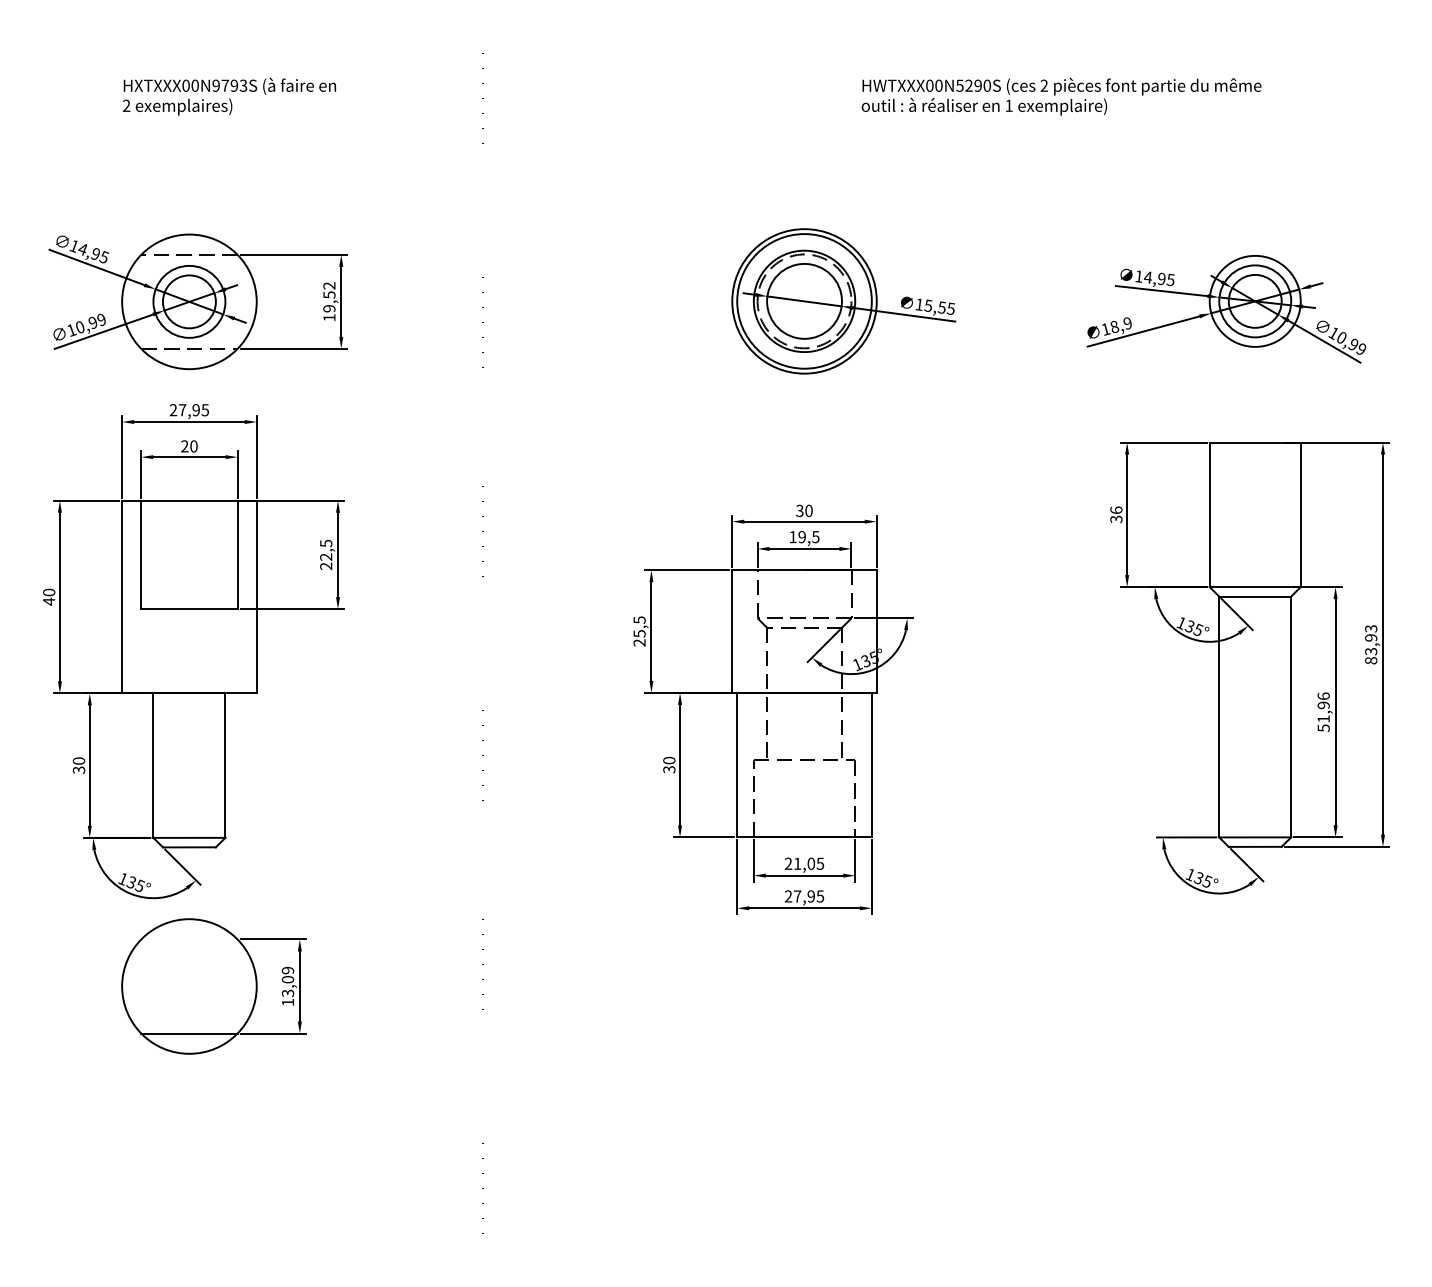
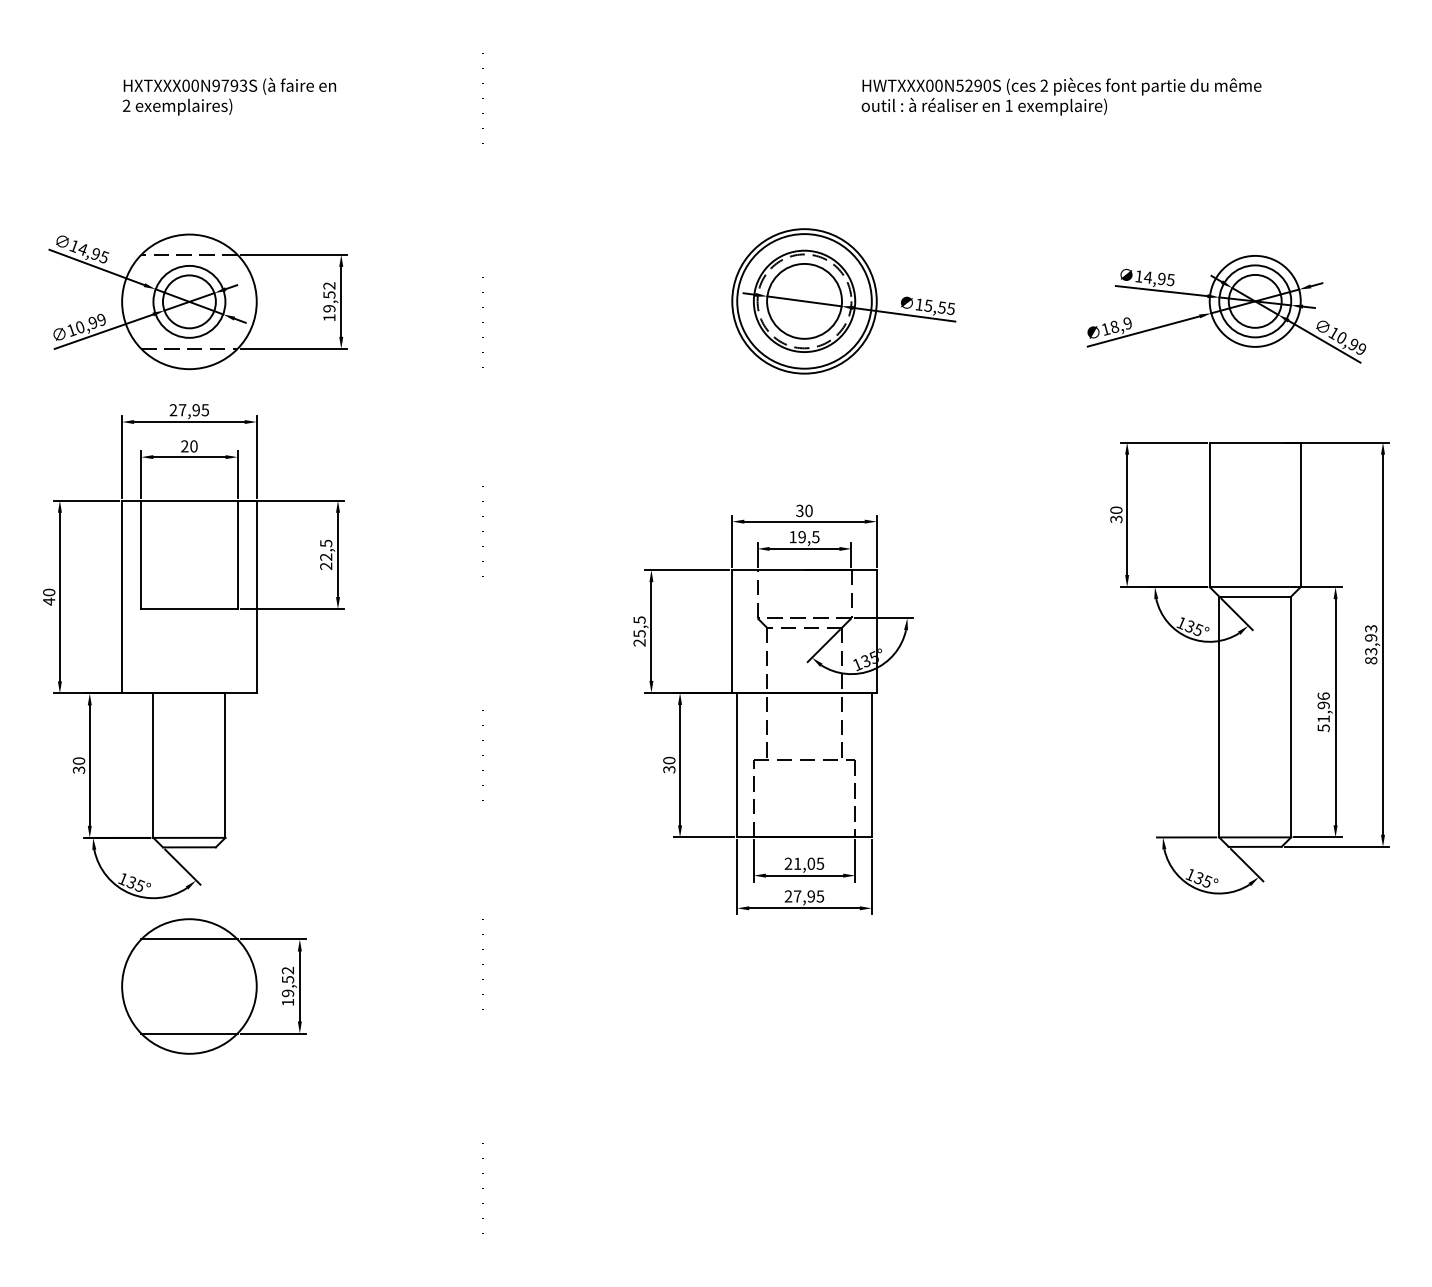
text at (1116, 509): 36 -> 30
line at (189, 939): none -> present
text at (287, 981): 13,09 -> 19,52
